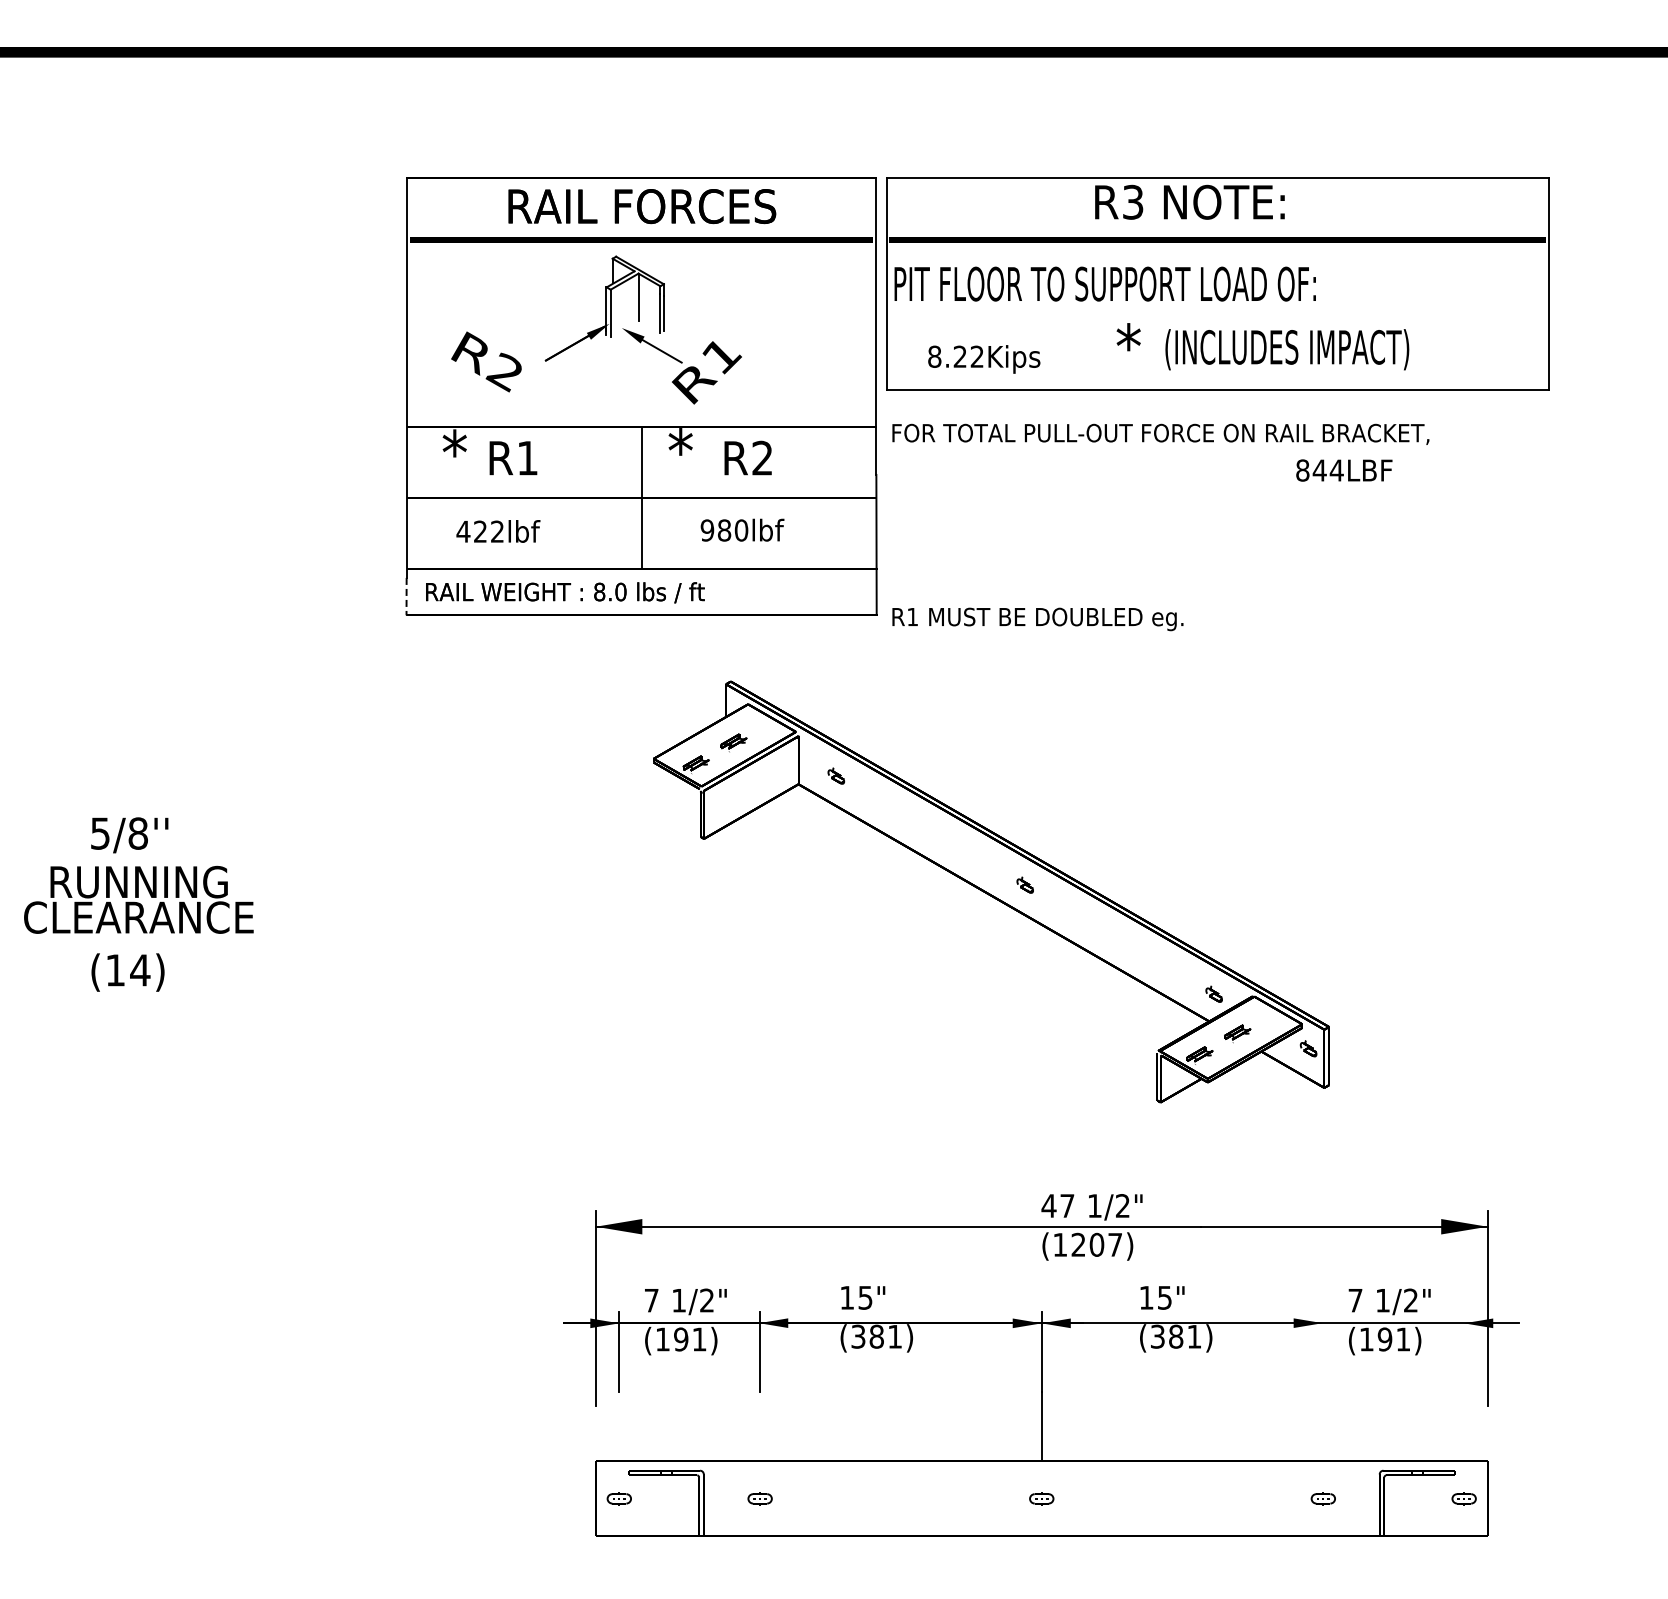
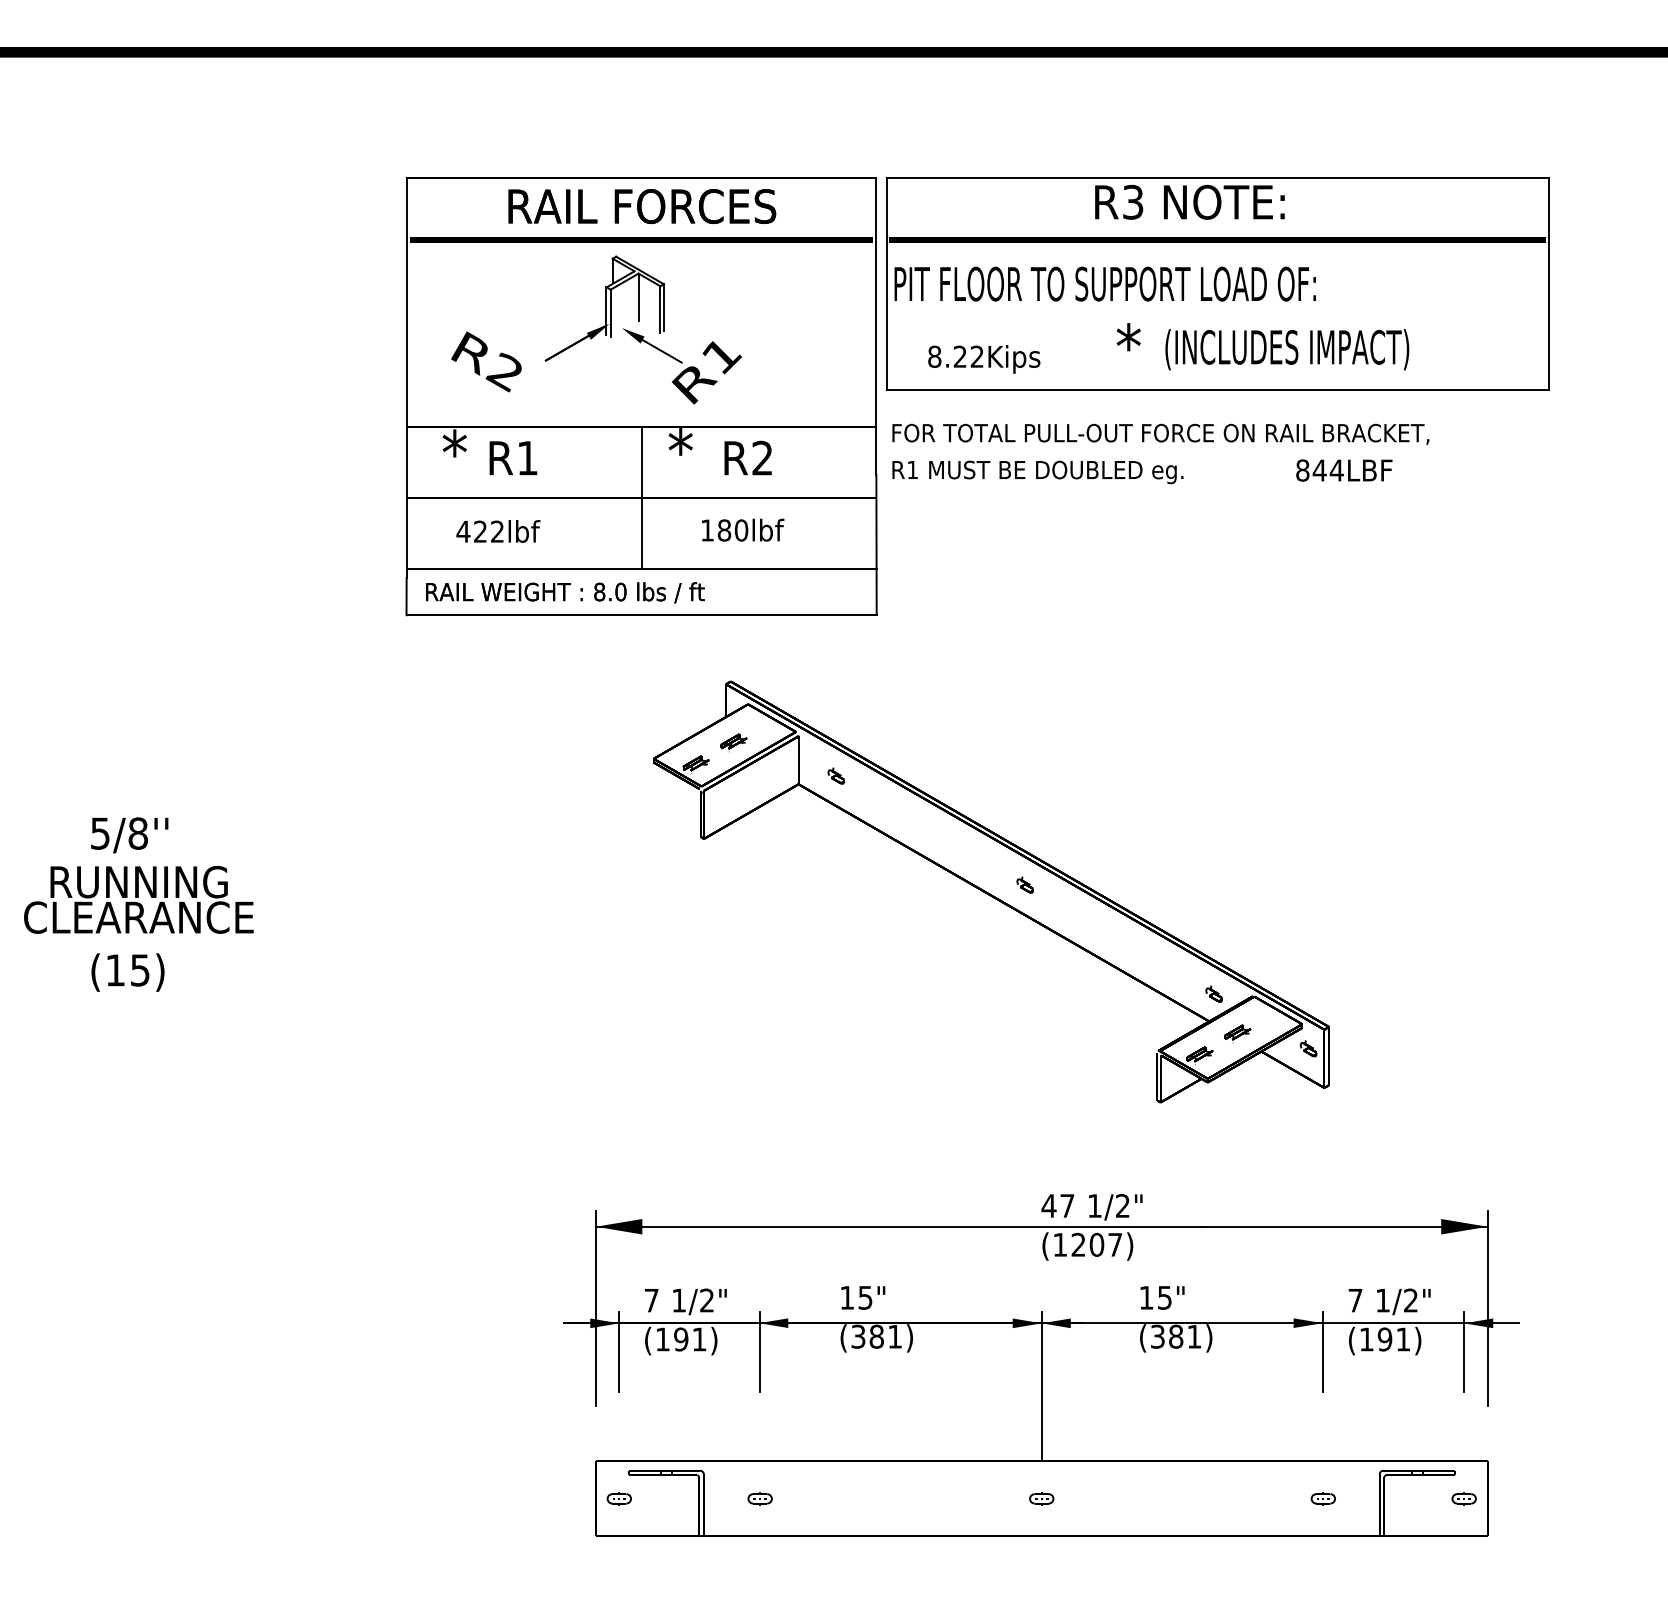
text at (707, 530): 980lbf -> 180lbf
line at (406, 596): dashed -> solid
text at (1037, 619) position: (1037, 619) -> (1037, 472)
text at (140, 970): (14) -> (15)
line at (1323, 1351): none -> present
line at (1464, 1351): none -> present
